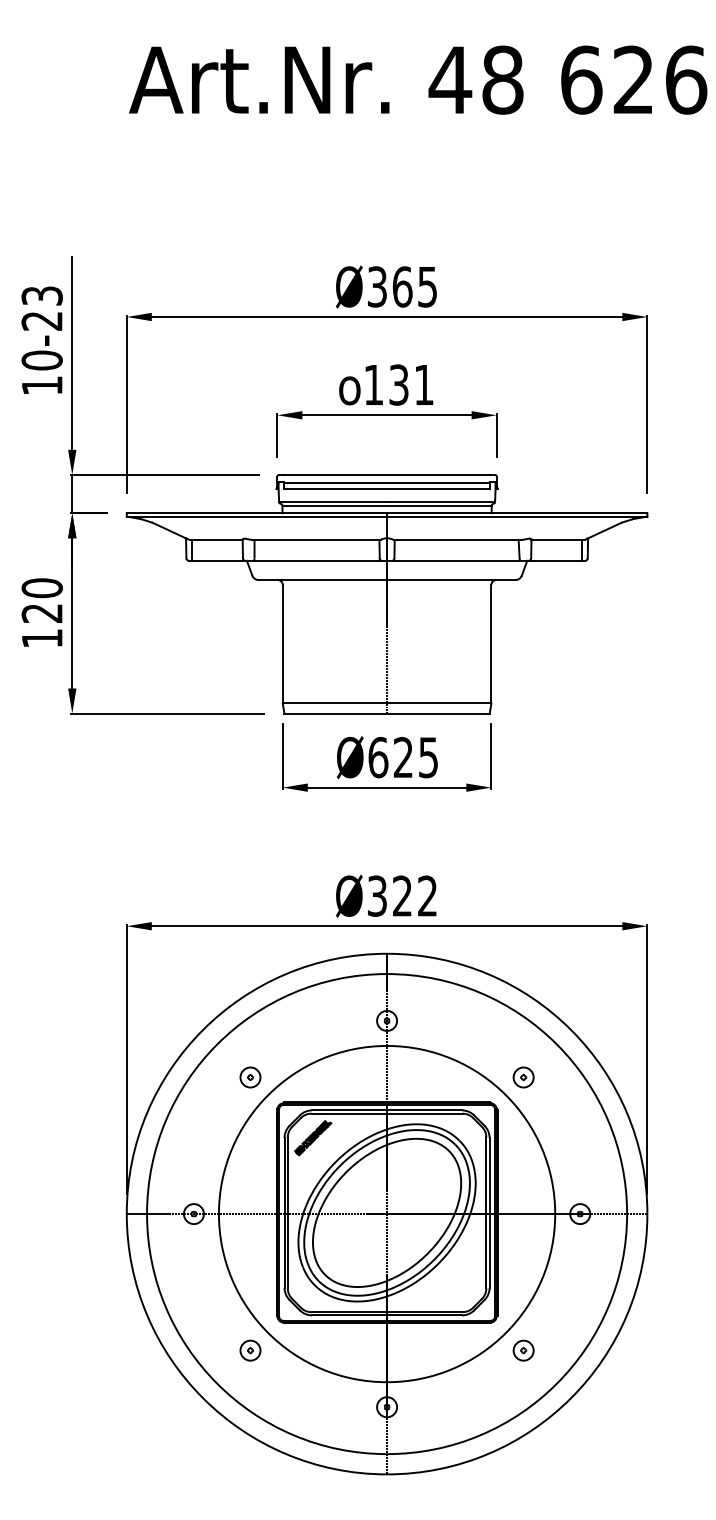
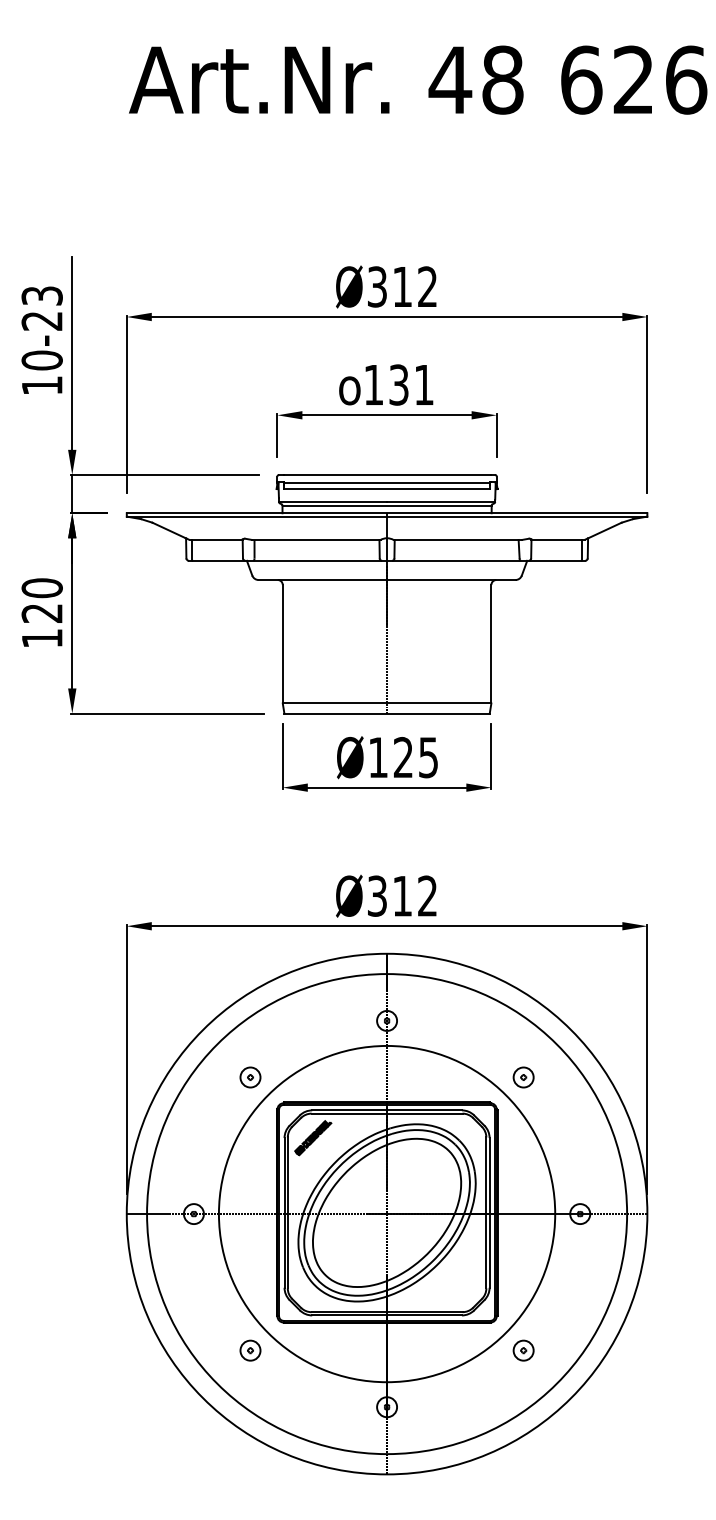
text at (414, 286): Ø365 -> Ø312
text at (378, 757): Ø625 -> Ø125
text at (402, 895): Ø322 -> Ø312
